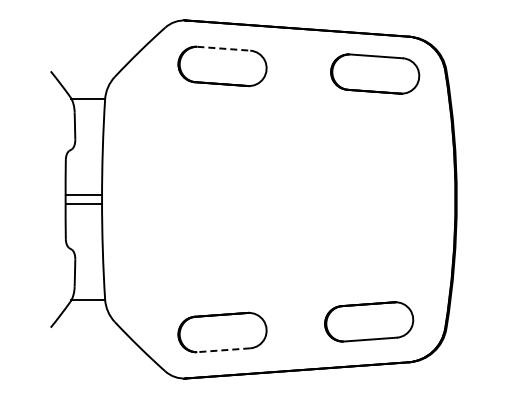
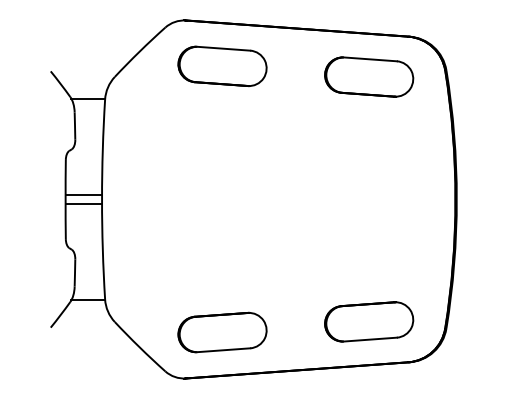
line at (223, 48): dashed -> solid
part at (375, 73) position: (375, 73) -> (369, 76)
line at (223, 350): dashed -> solid
